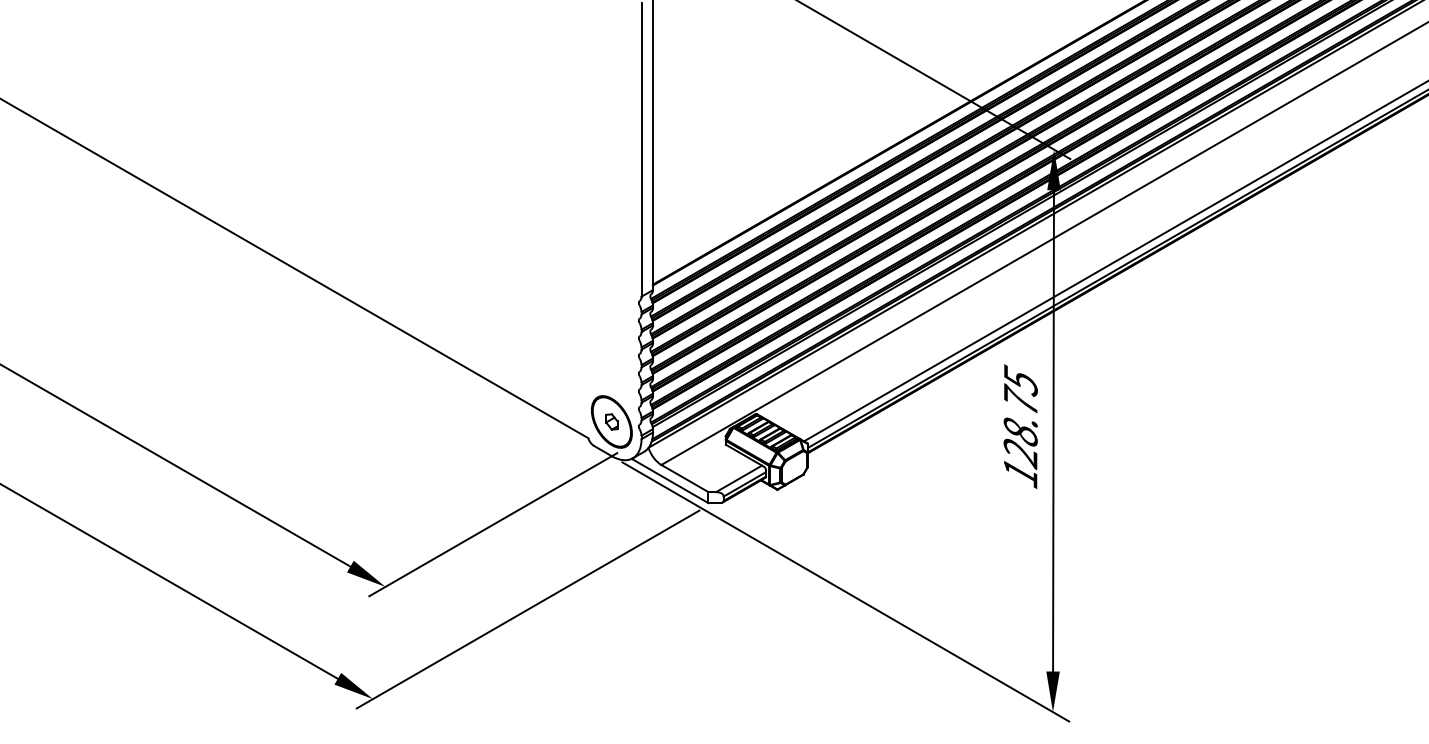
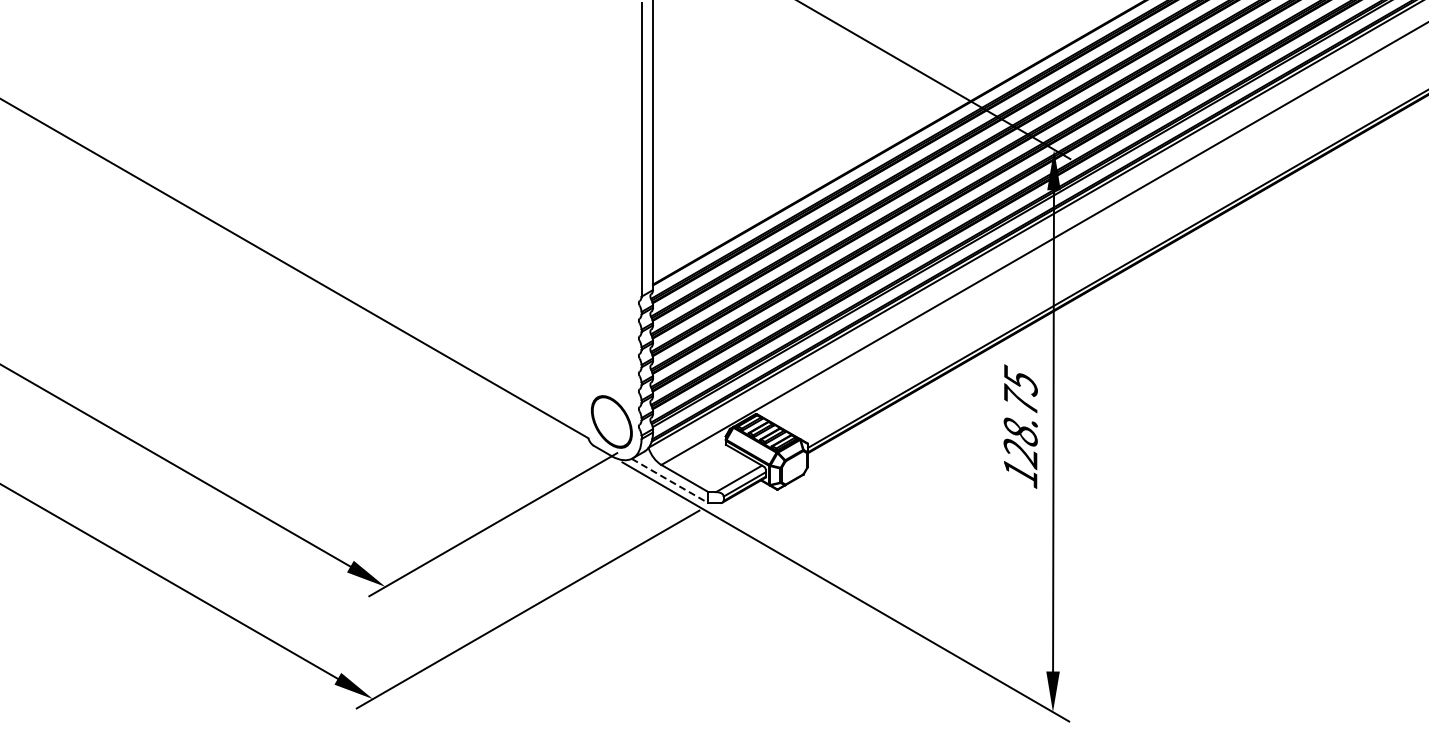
line at (1114, 261): present -> none
part at (611, 421): present -> none
line at (670, 481): solid -> dashed
